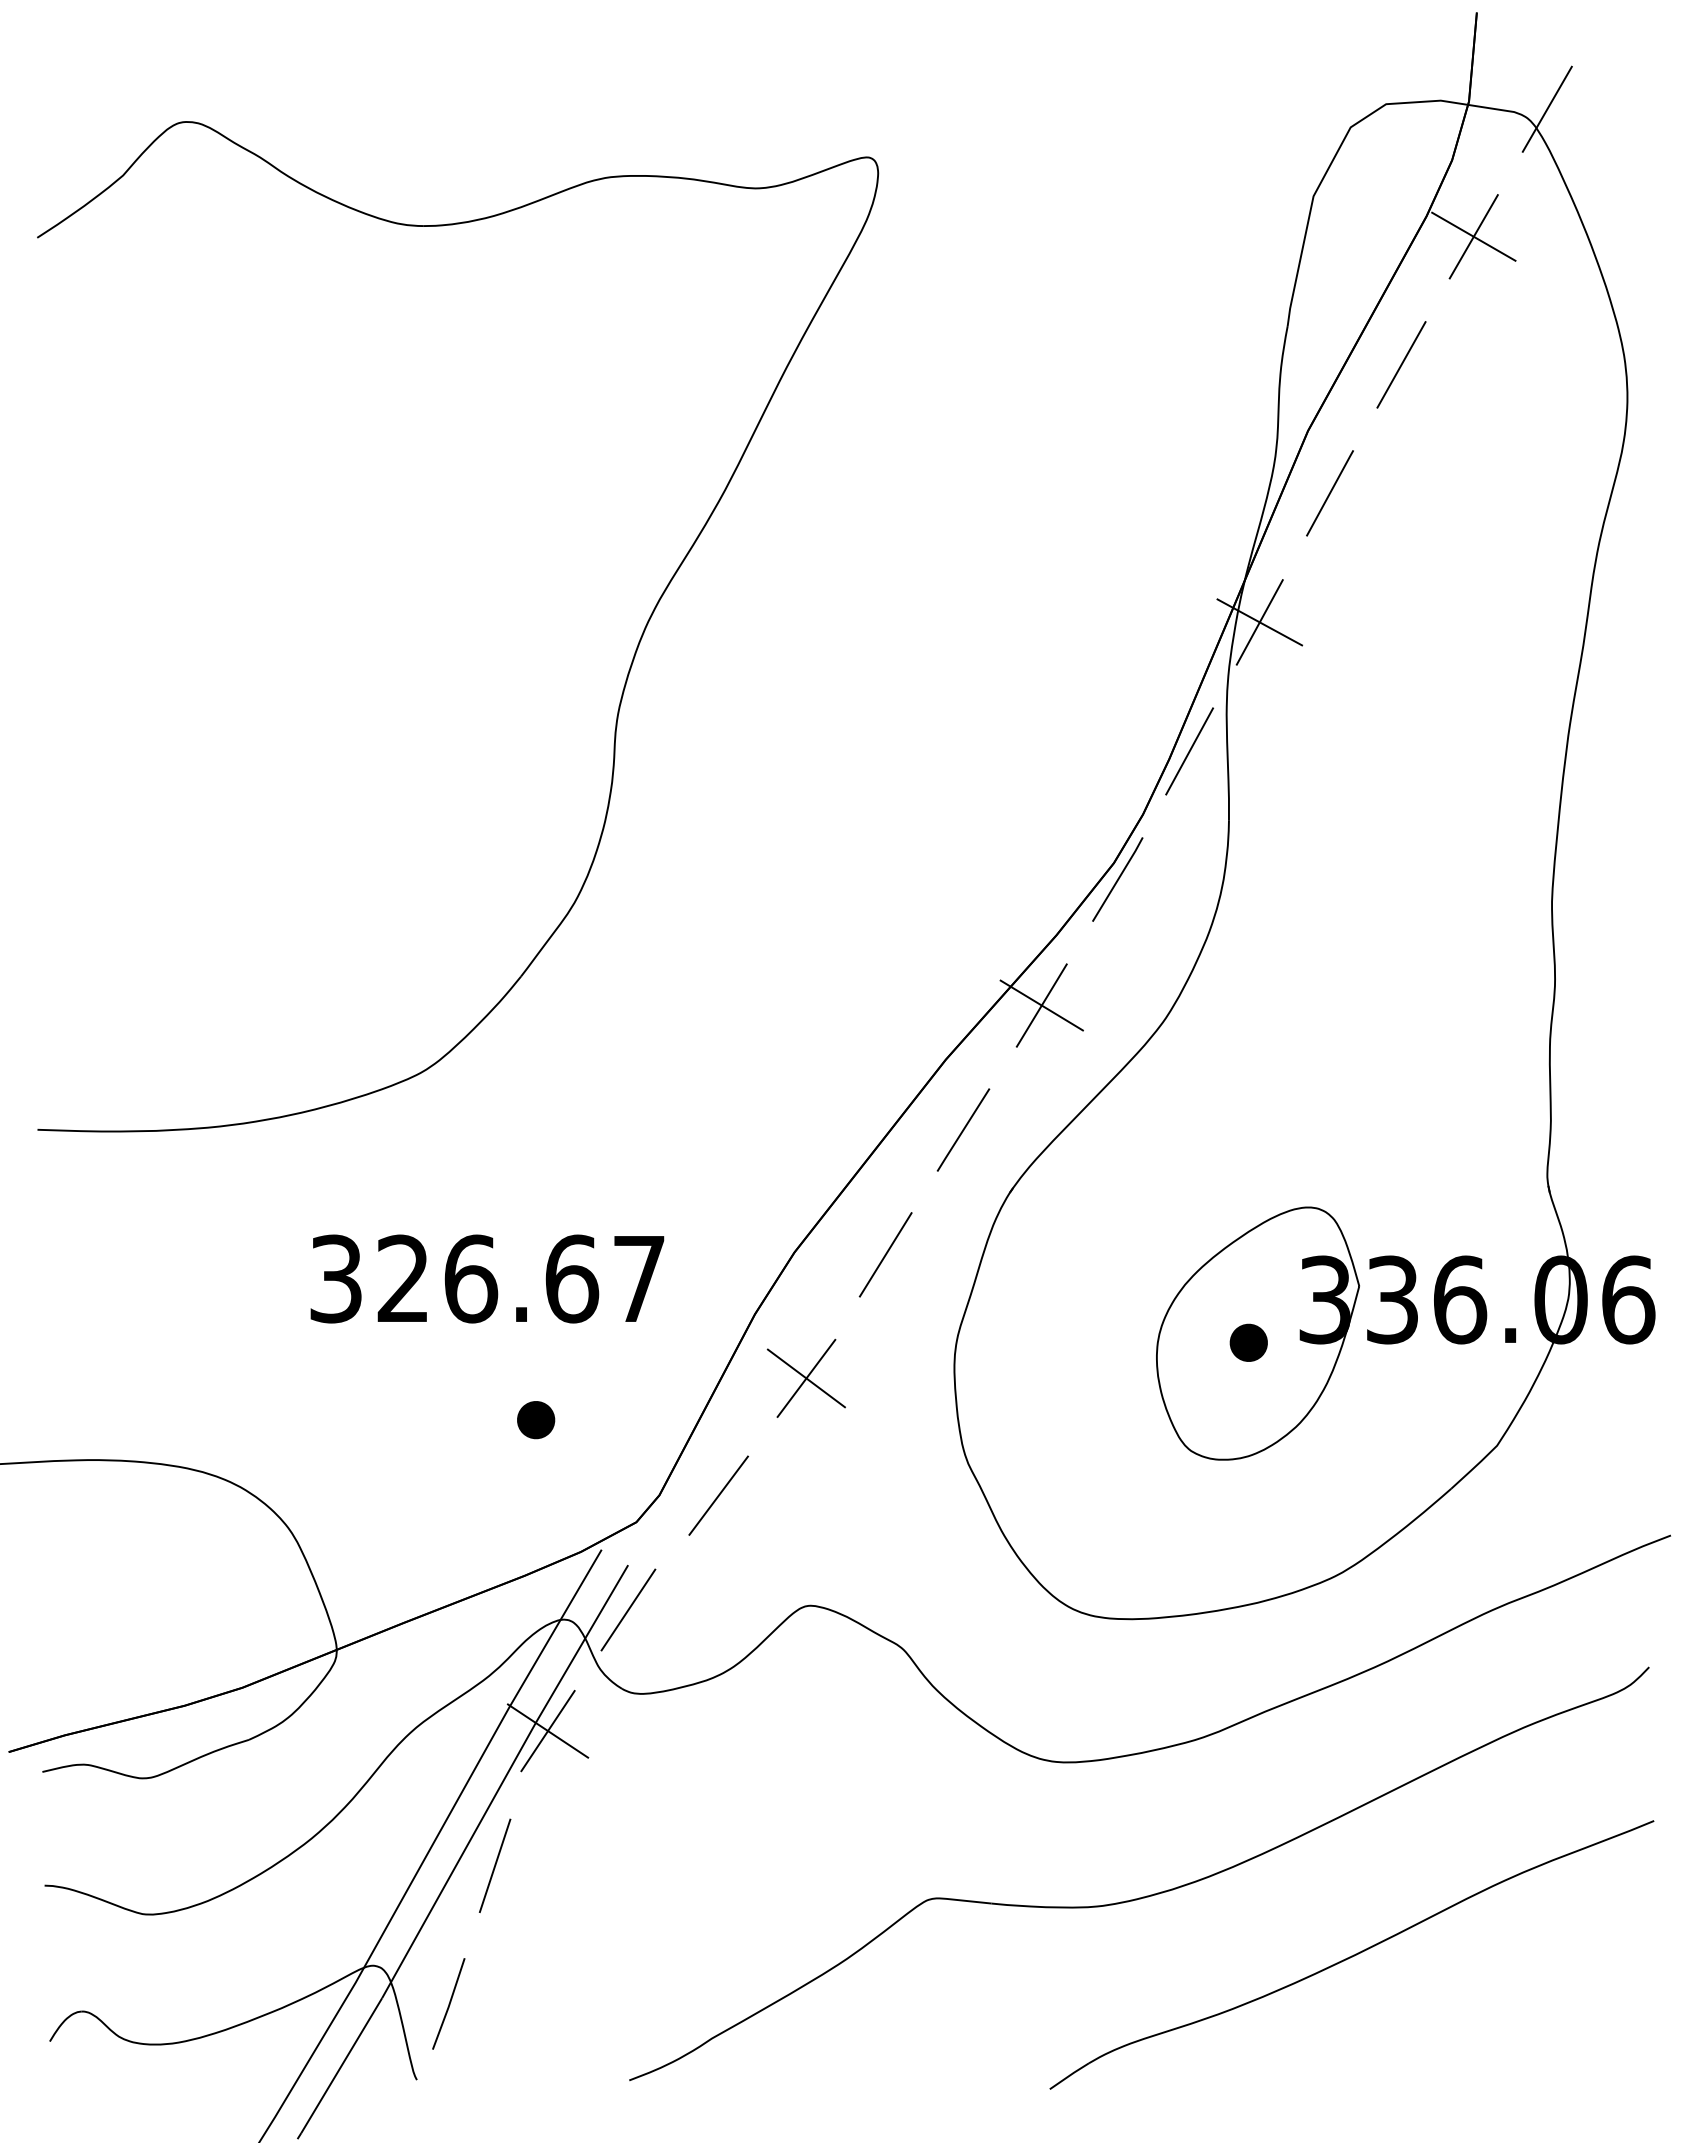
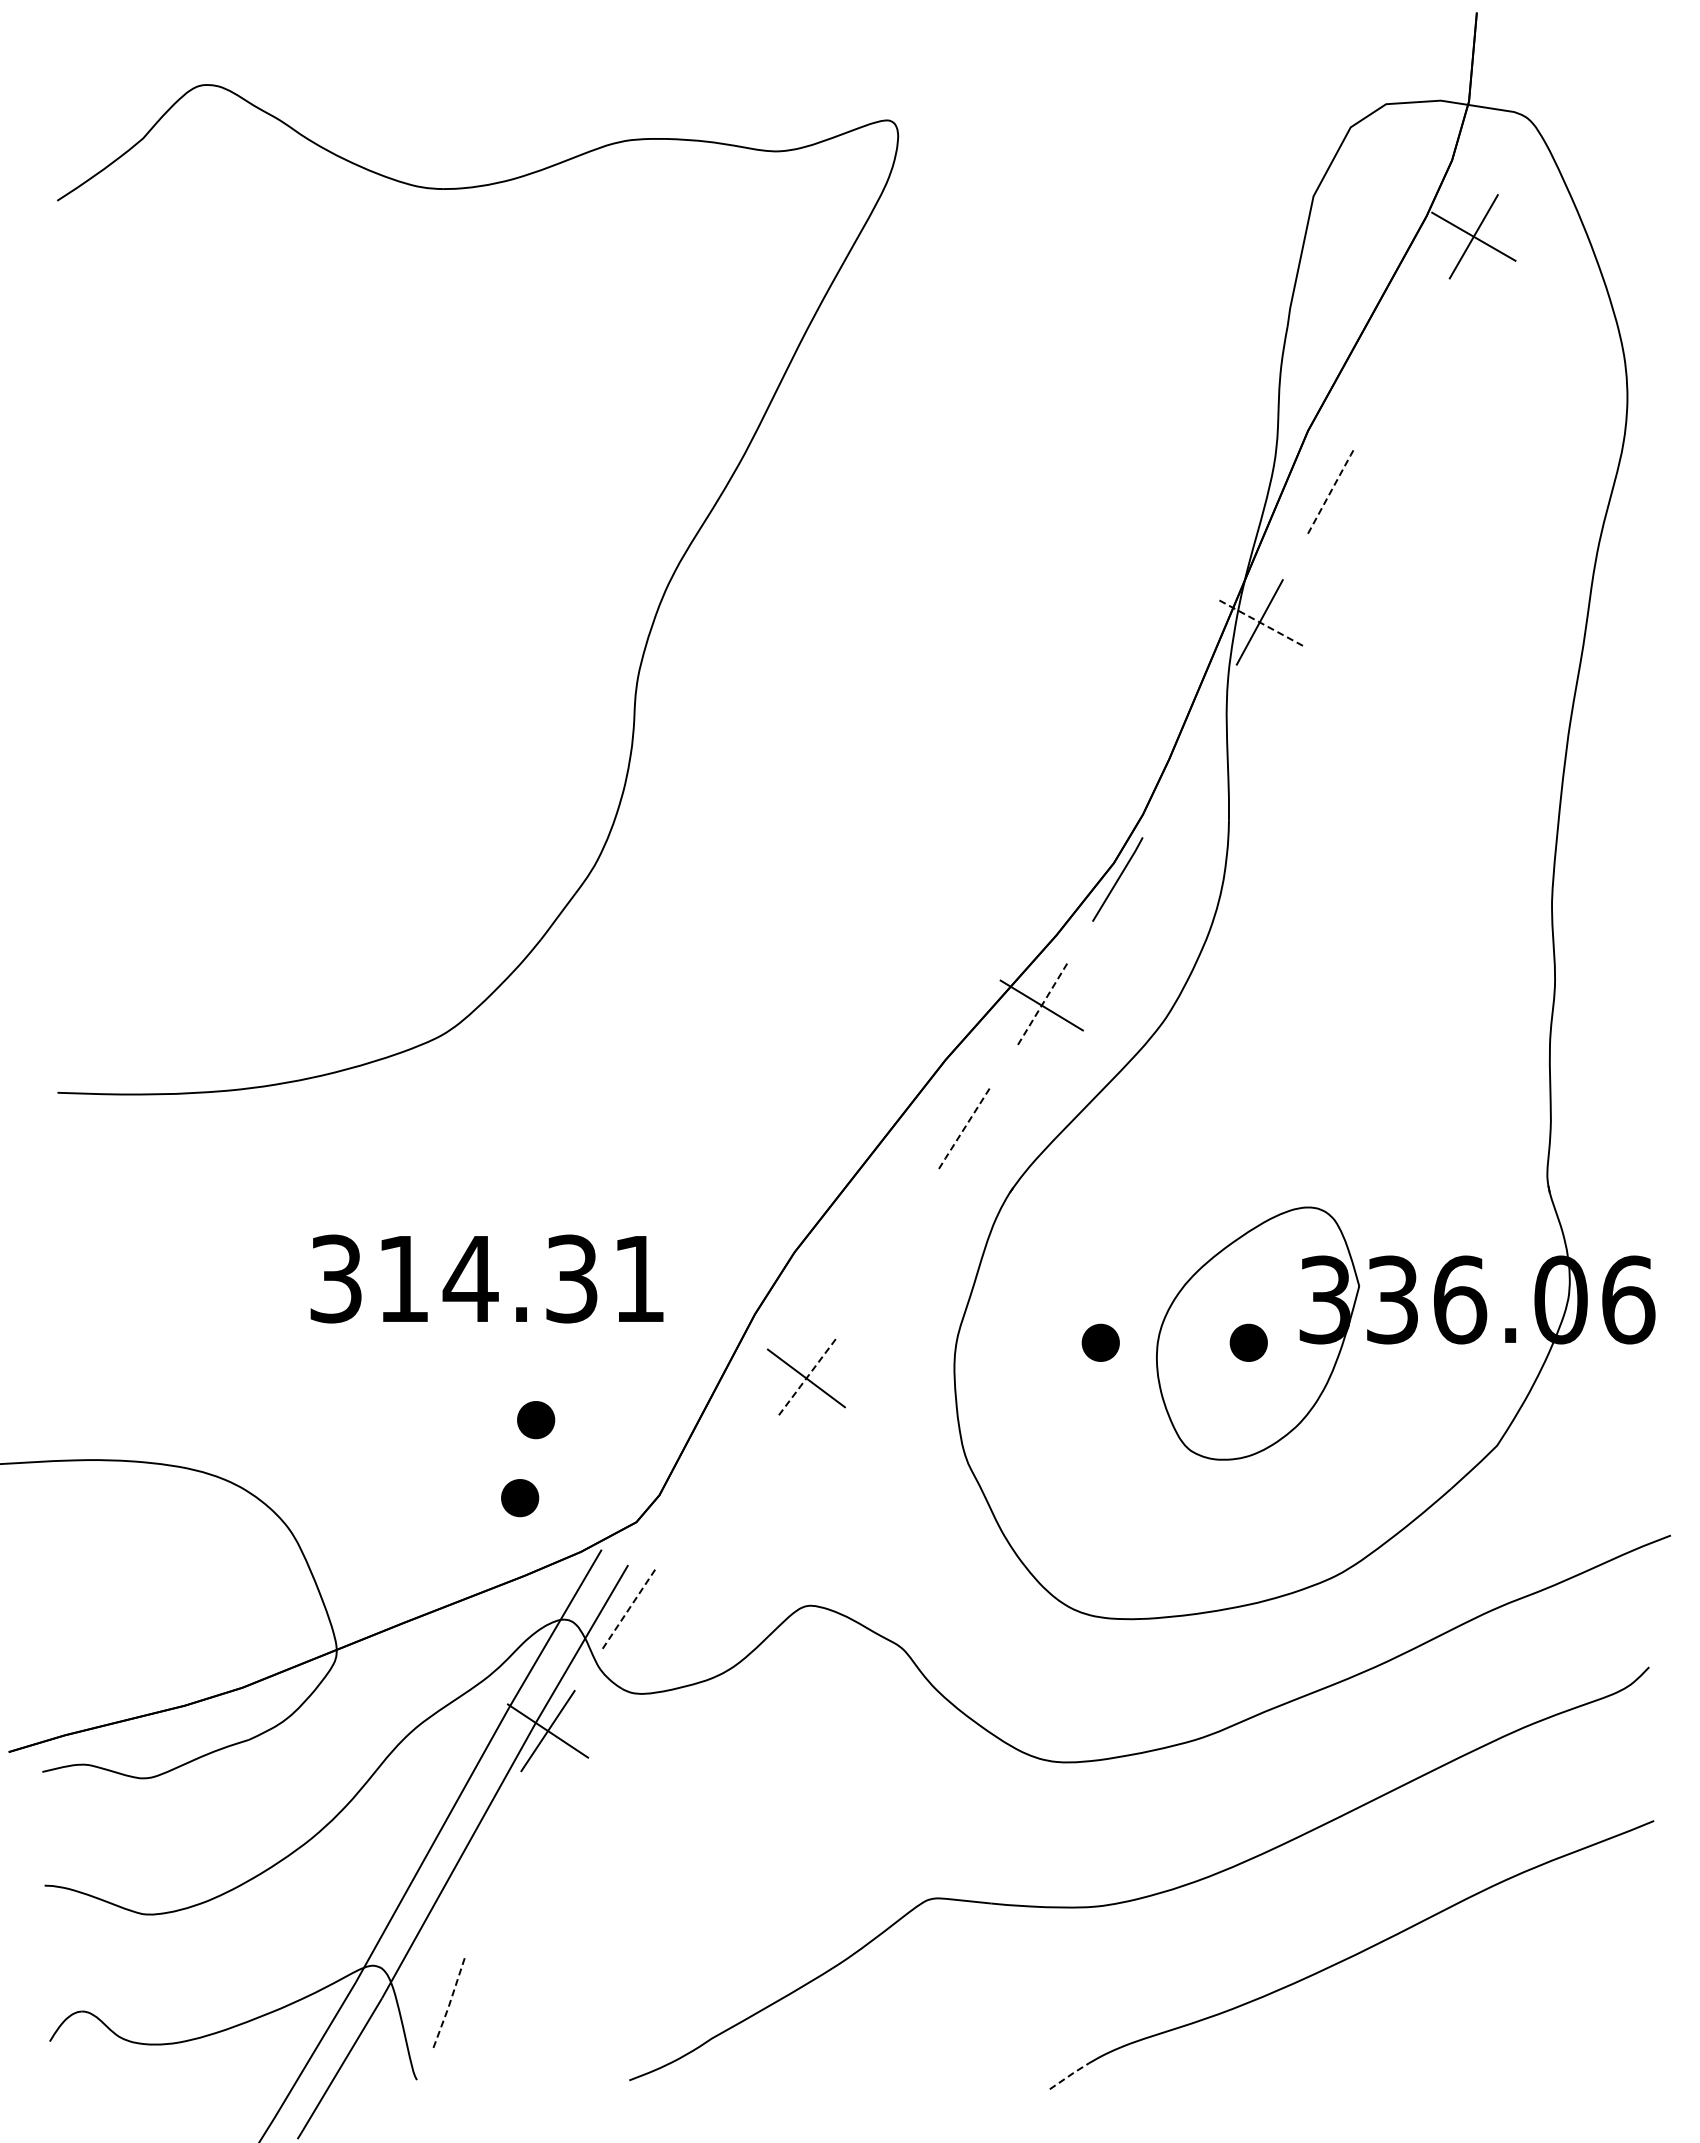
line at (1546, 108): present -> none
line at (1401, 364): present -> none
line at (1330, 492): solid -> dashed
line at (1259, 622): solid -> dashed
part at (626, 676) position: (626, 676) -> (646, 639)
line at (1189, 751): present -> none
line at (1041, 1005): solid -> dashed
line at (963, 1130): solid -> dashed
line at (885, 1254): present -> none
text at (520, 1278): 326.67 -> 314.31
part at (1100, 1342): none -> present
line at (806, 1378): solid -> dashed
line at (718, 1495): present -> none
part at (520, 1498): none -> present
line at (628, 1610): solid -> dashed
line at (494, 1865): present -> none
line at (449, 2005): solid -> dashed
line at (1070, 2075): solid -> dashed
